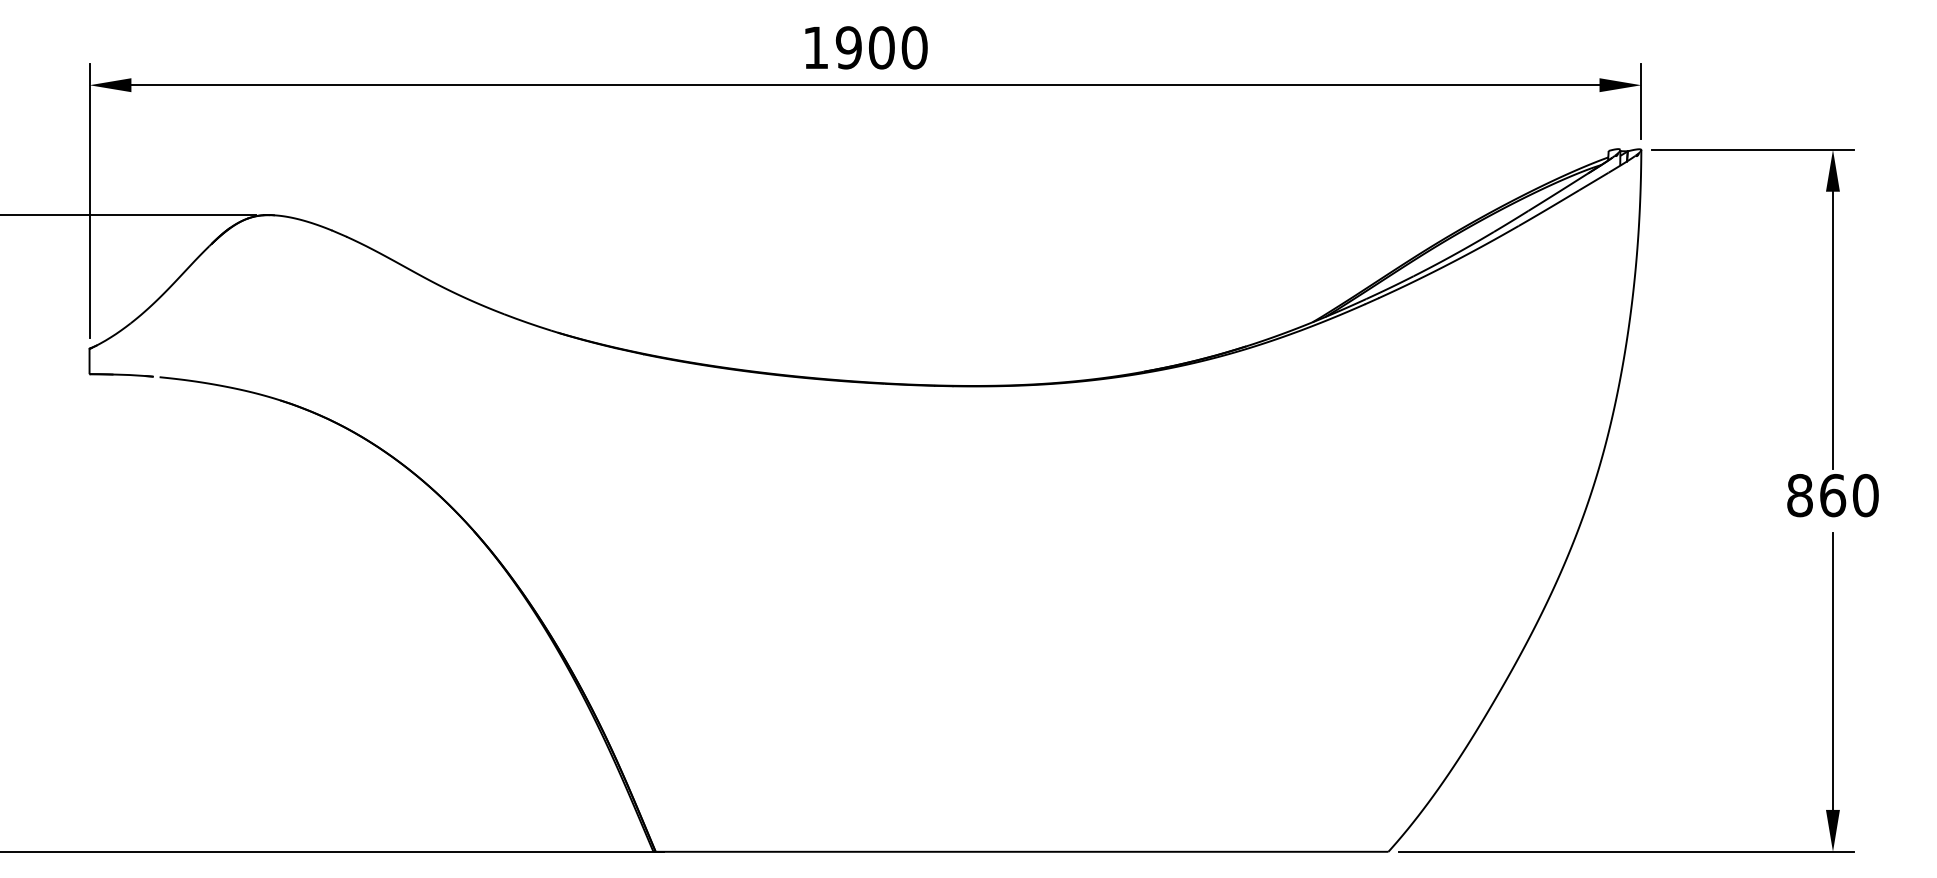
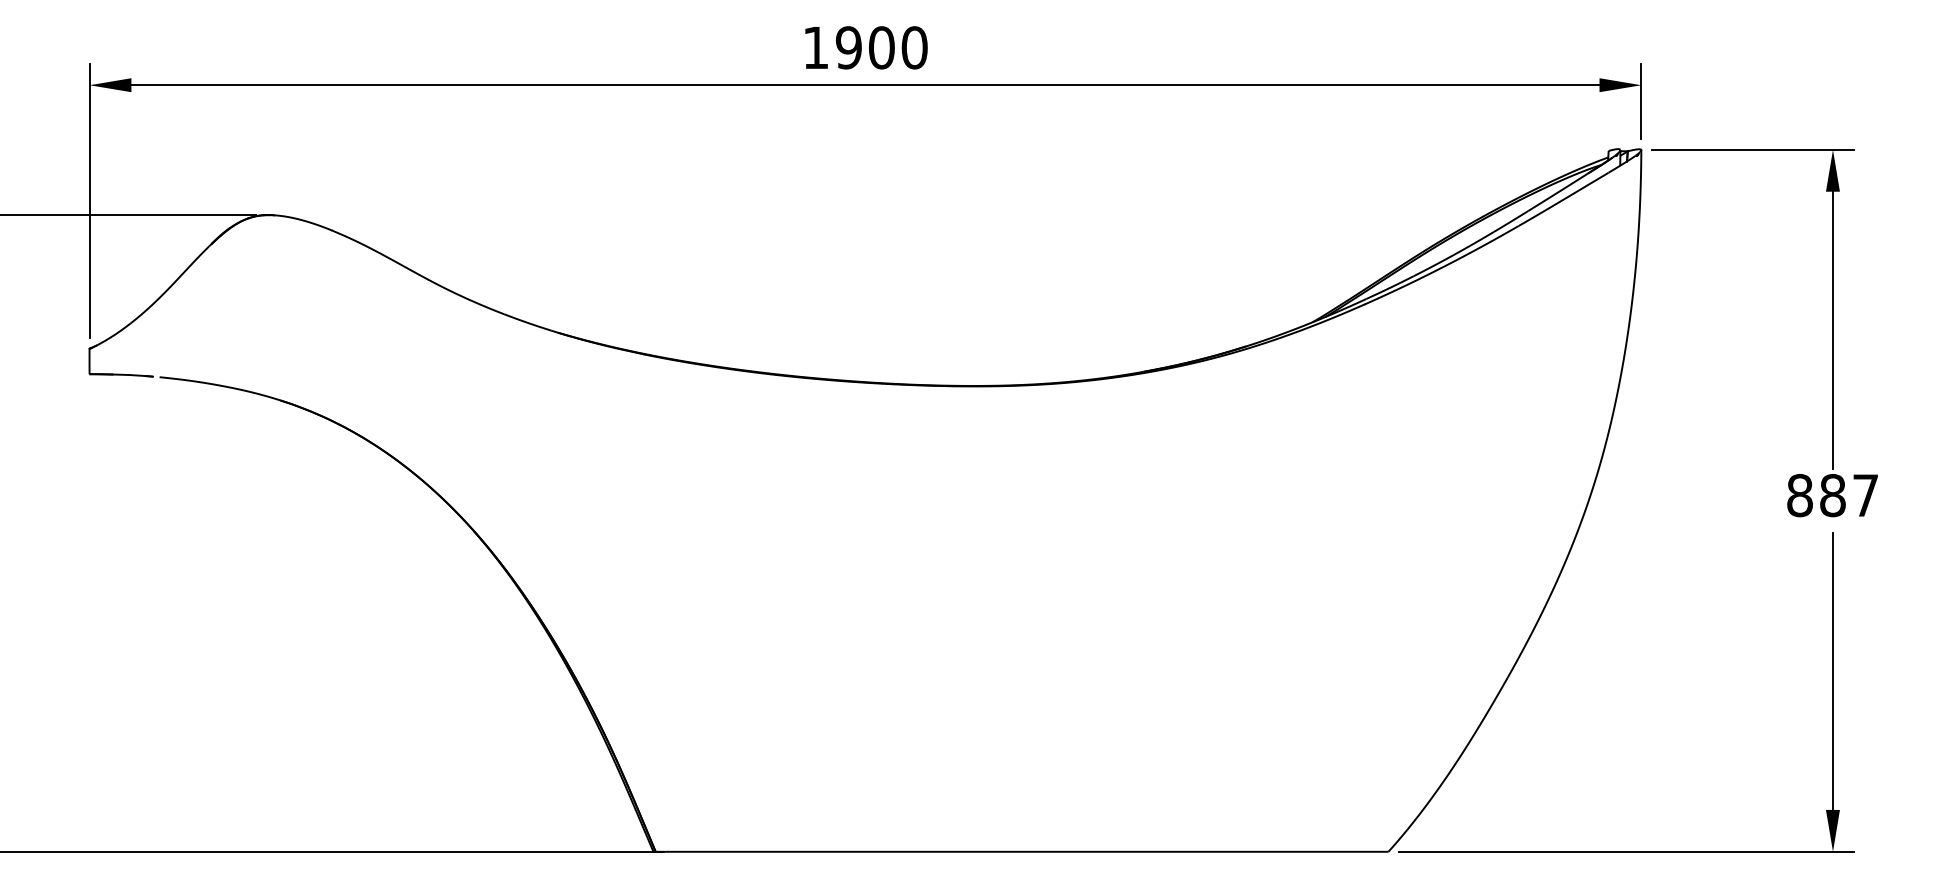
text at (1849, 495): 860 -> 887
